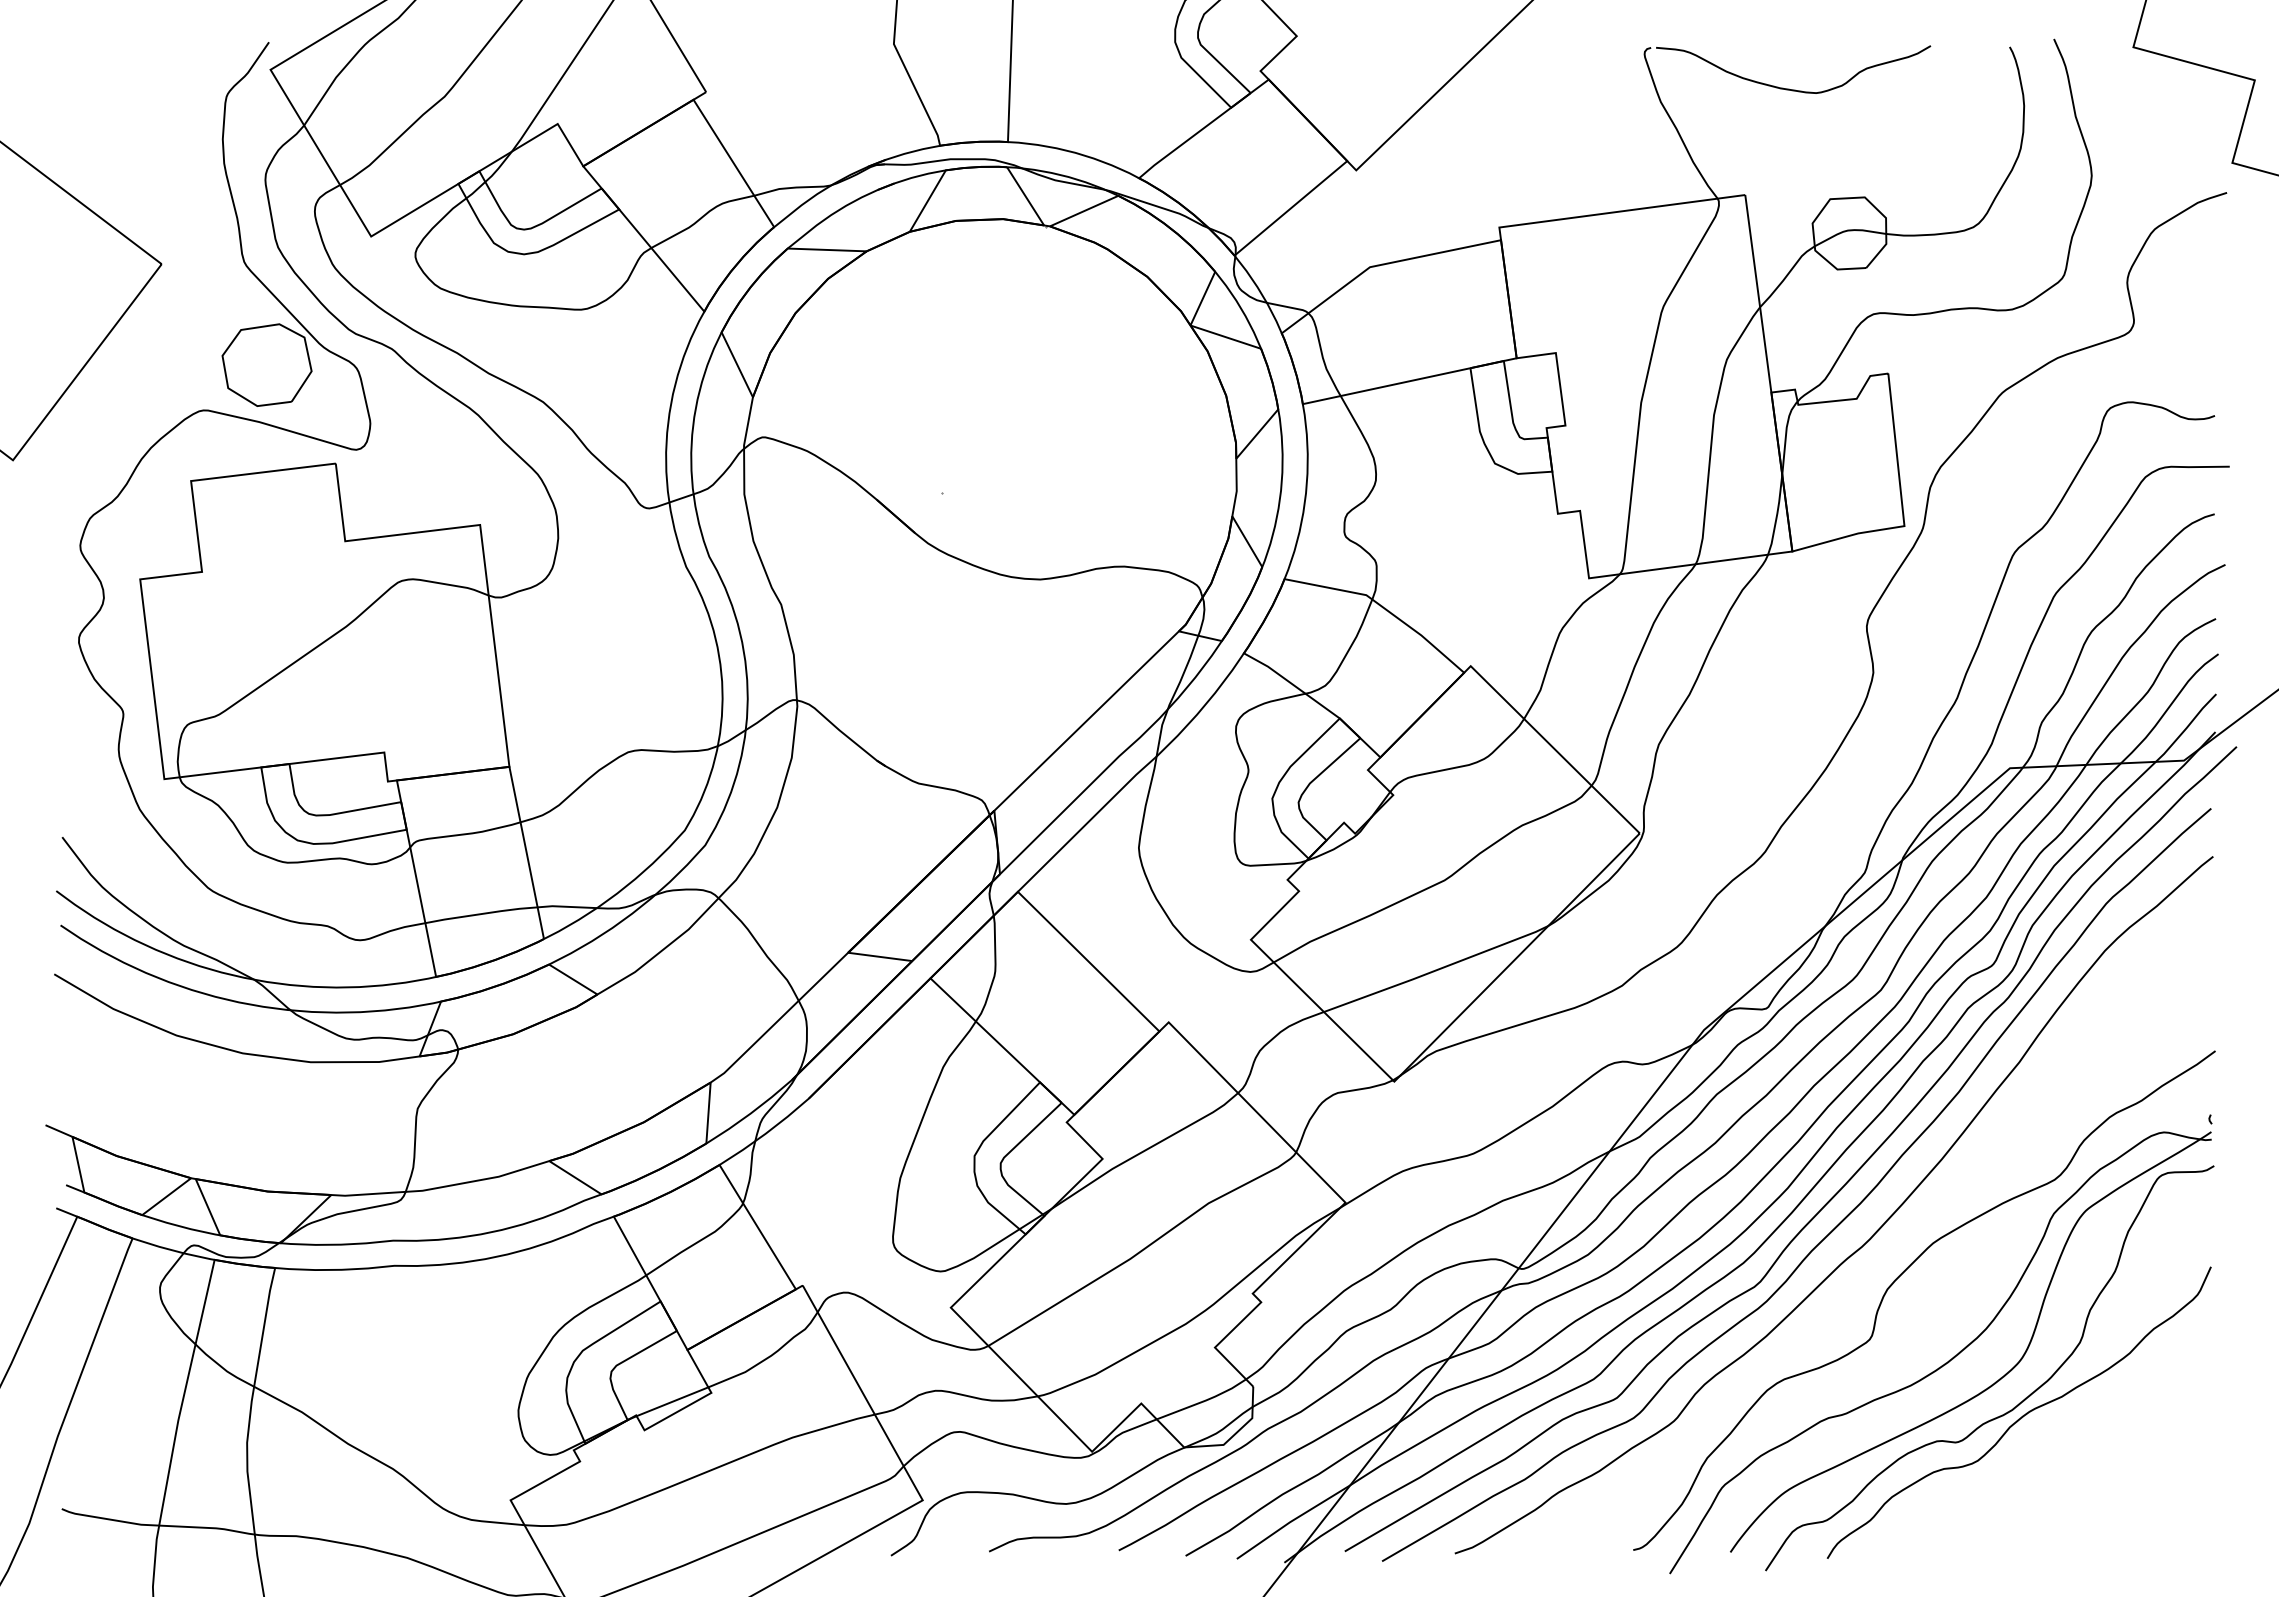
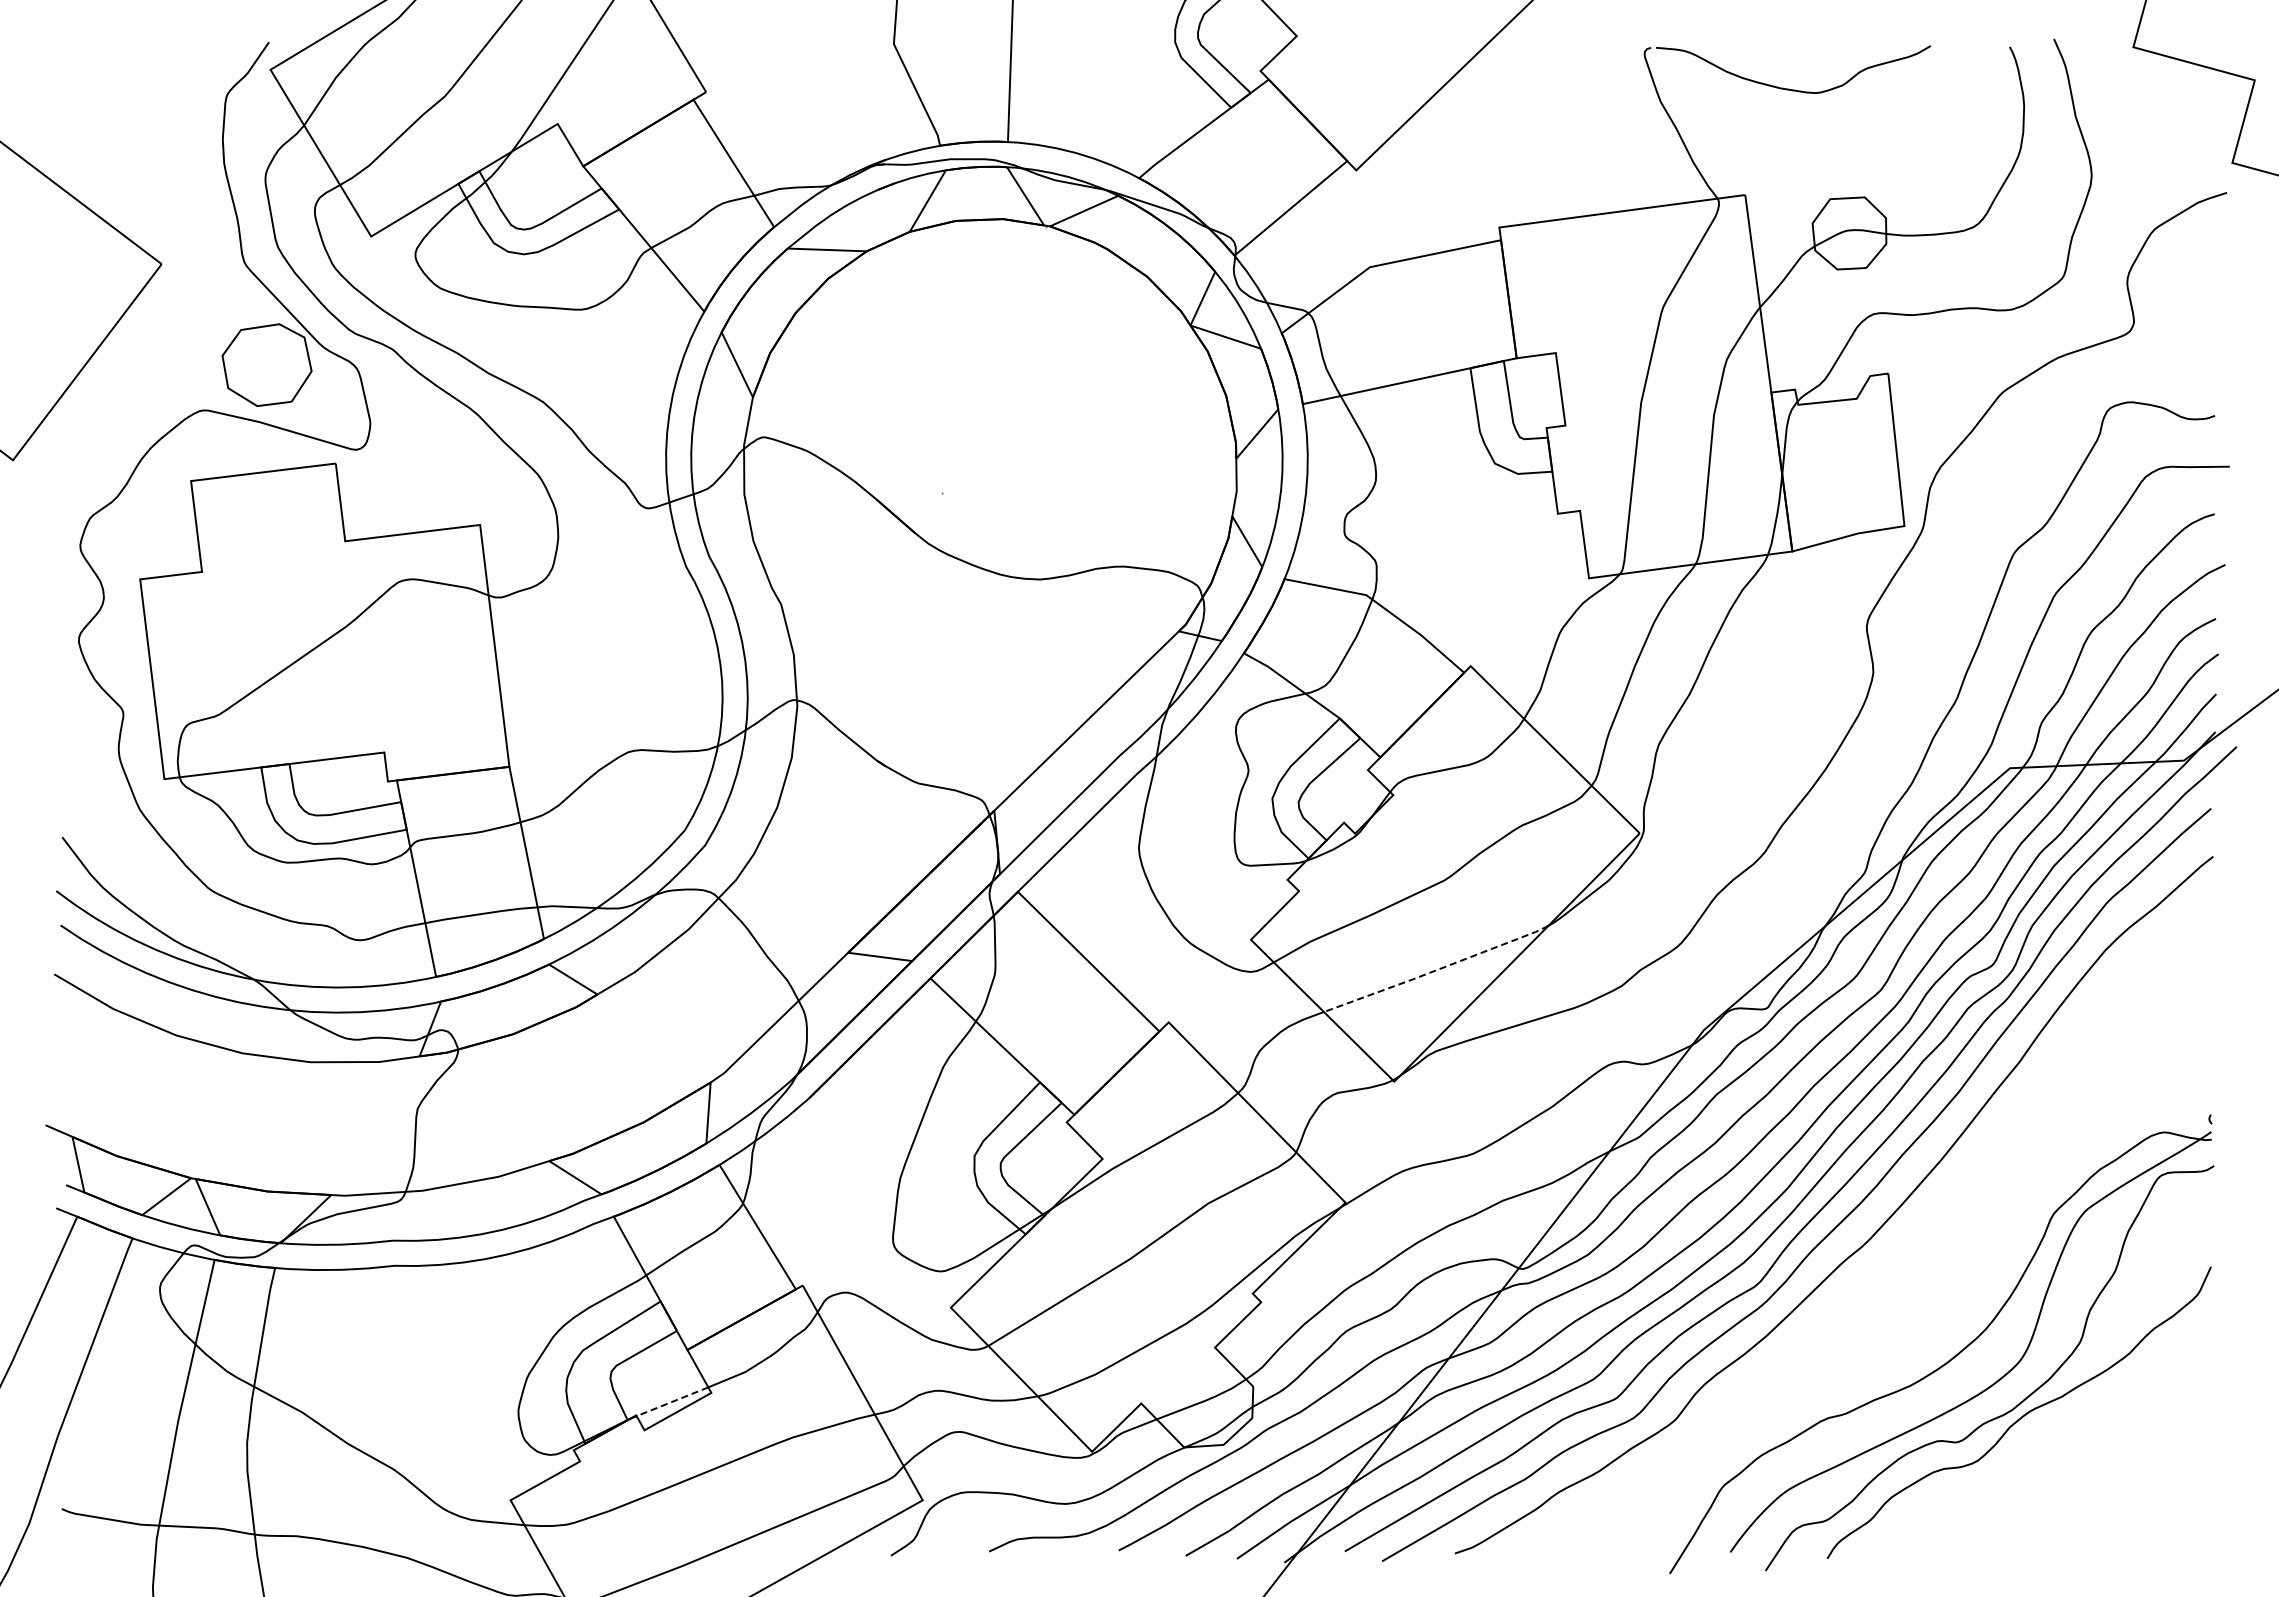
line at (1437, 970): solid -> dashed
curve at (1900, 1276): present -> none
line at (672, 1401): solid -> dashed
